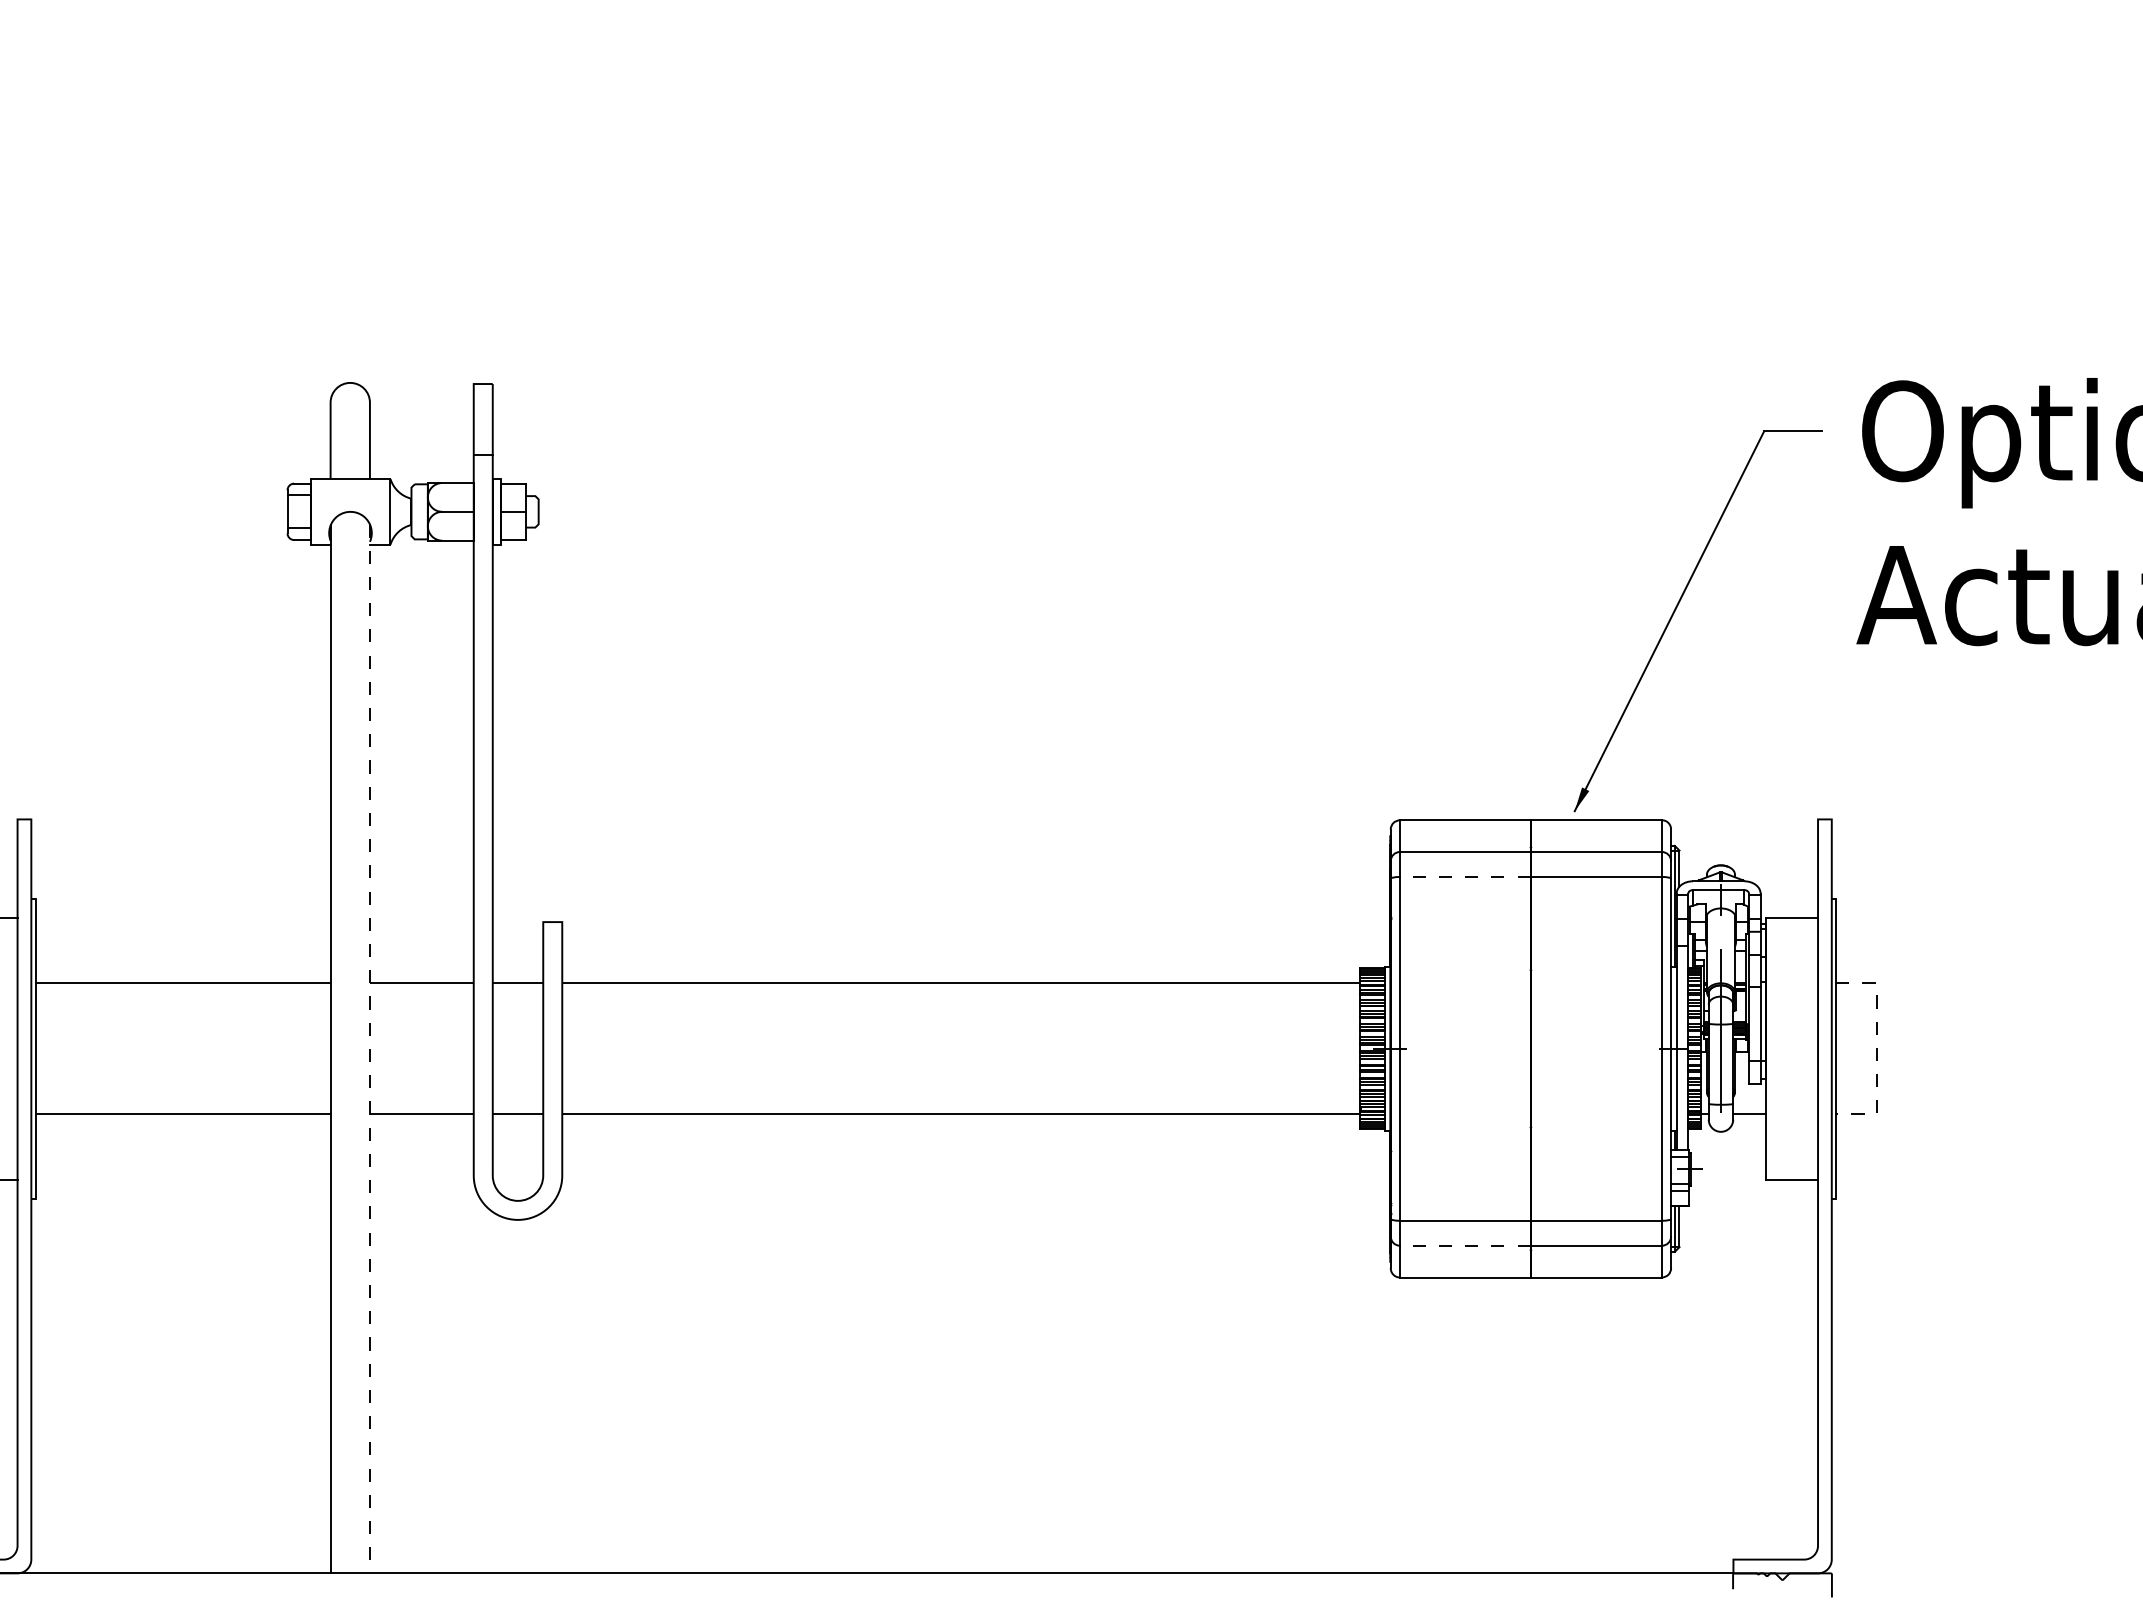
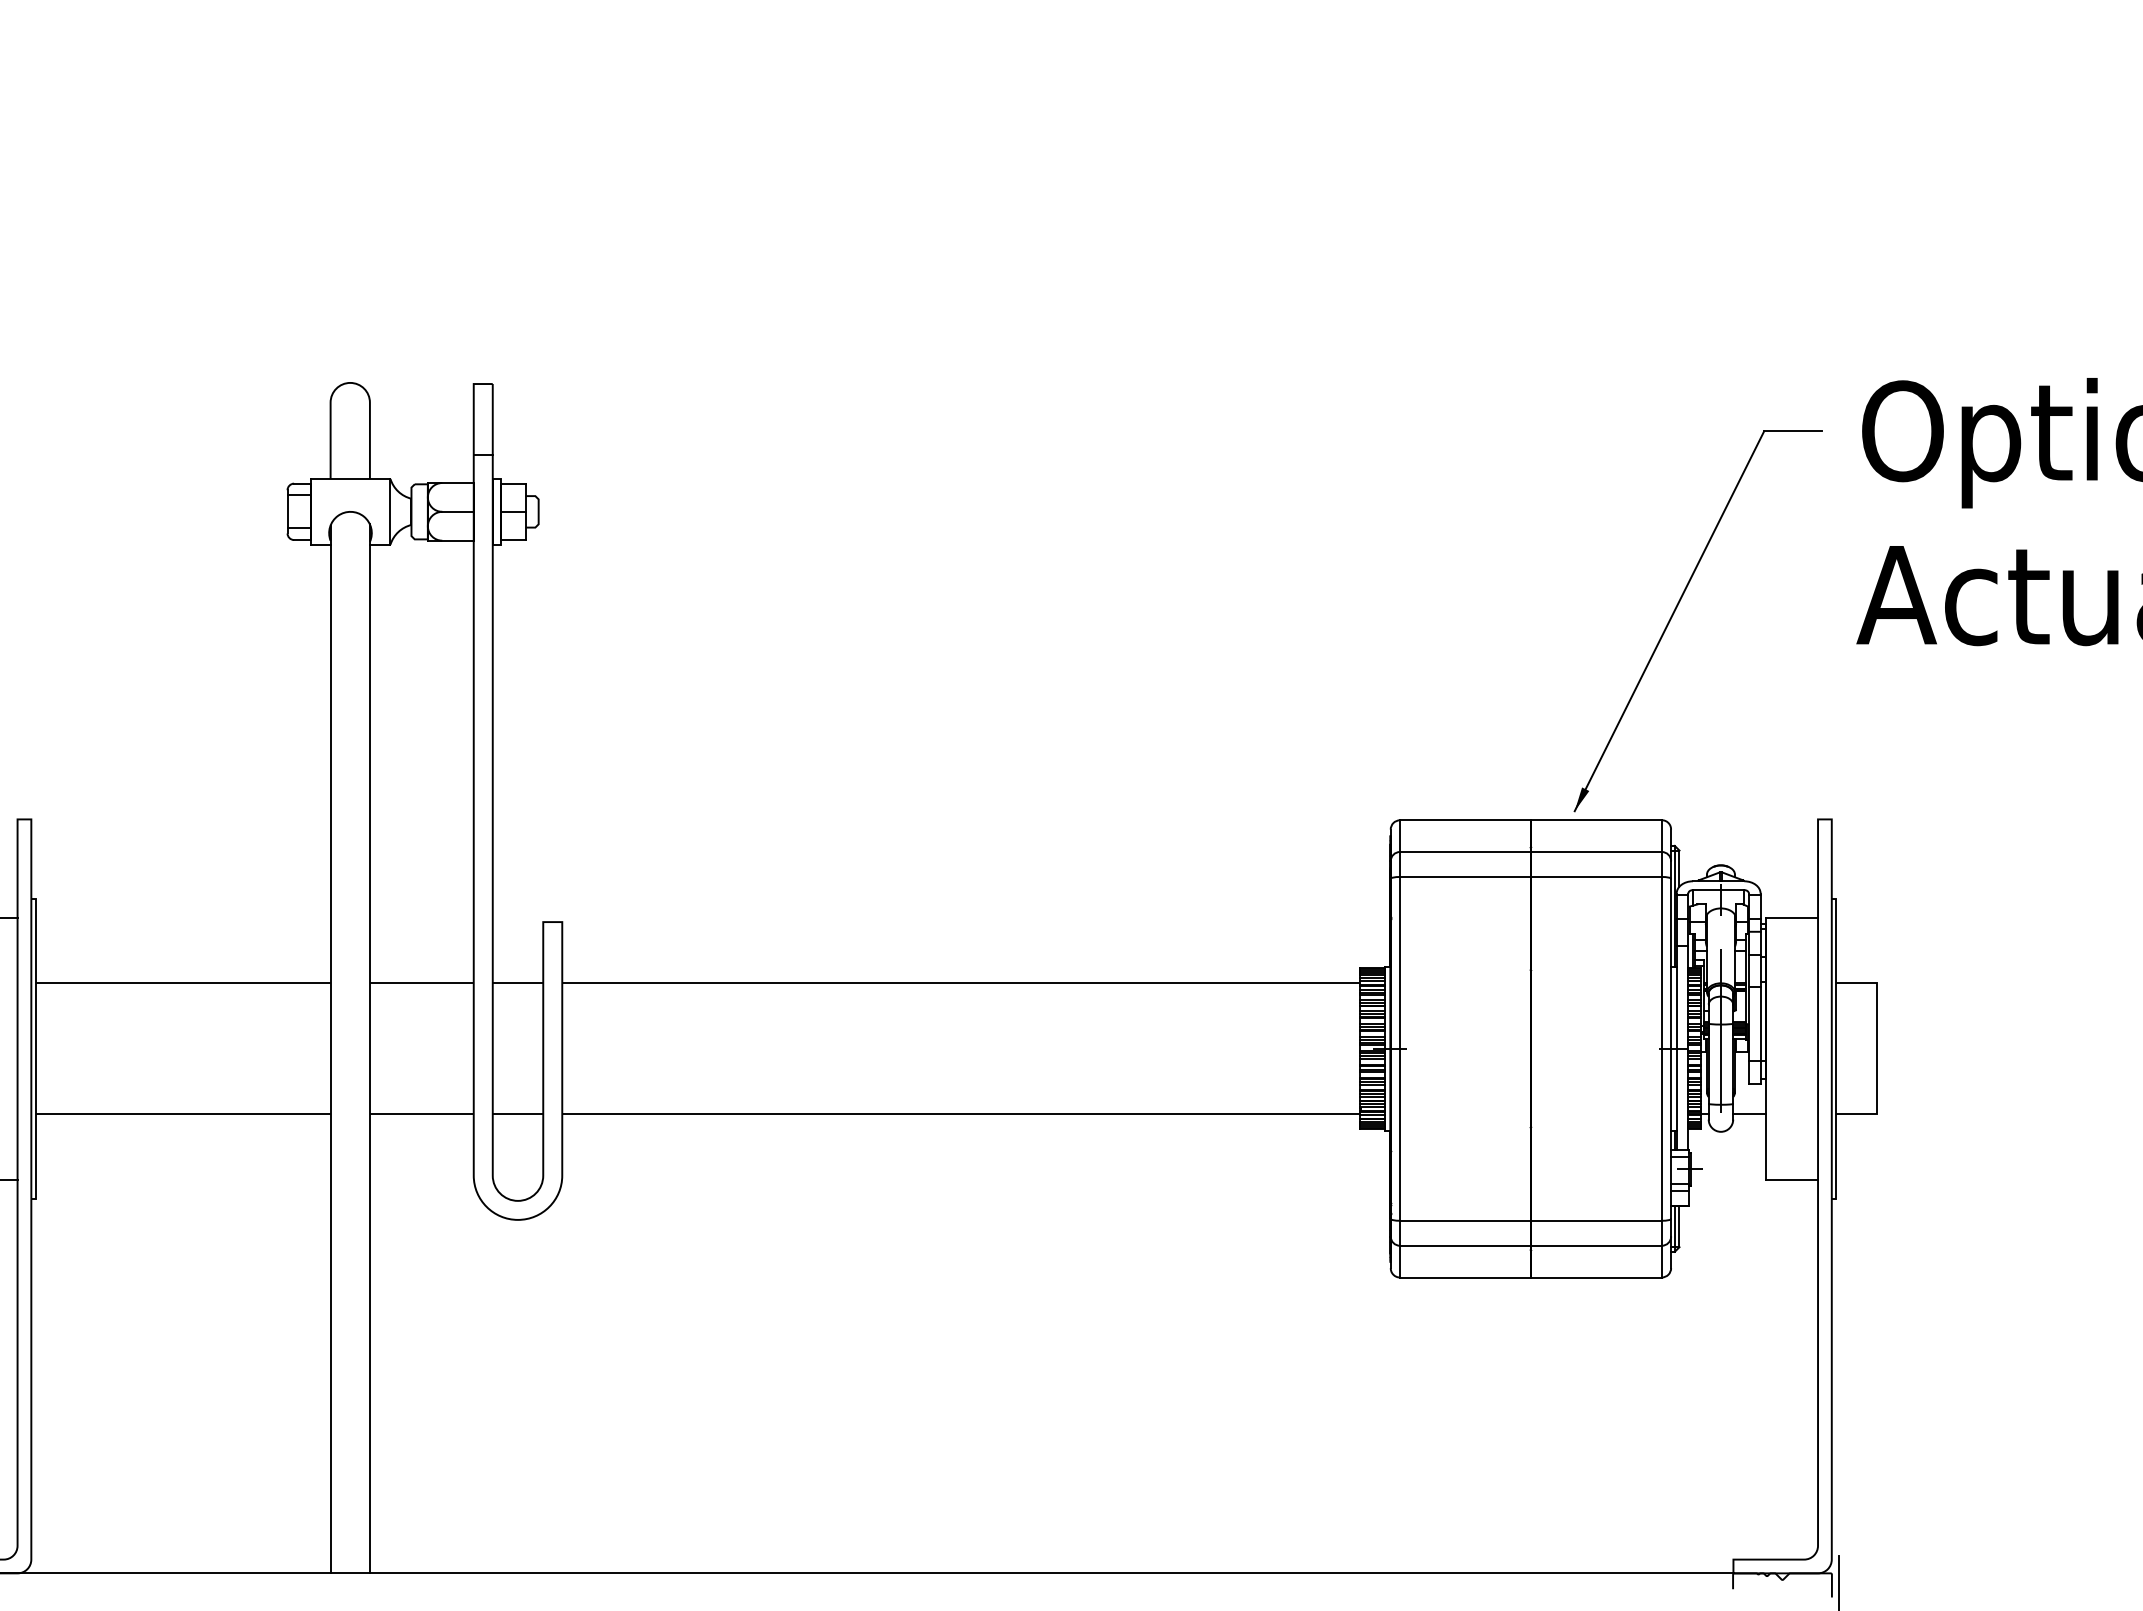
line at (1464, 876): dashed -> solid
line at (1876, 1048): dashed -> solid
line at (369, 1049): dashed -> solid
line at (1464, 1245): dashed -> solid
line at (1839, 1581): none -> present
